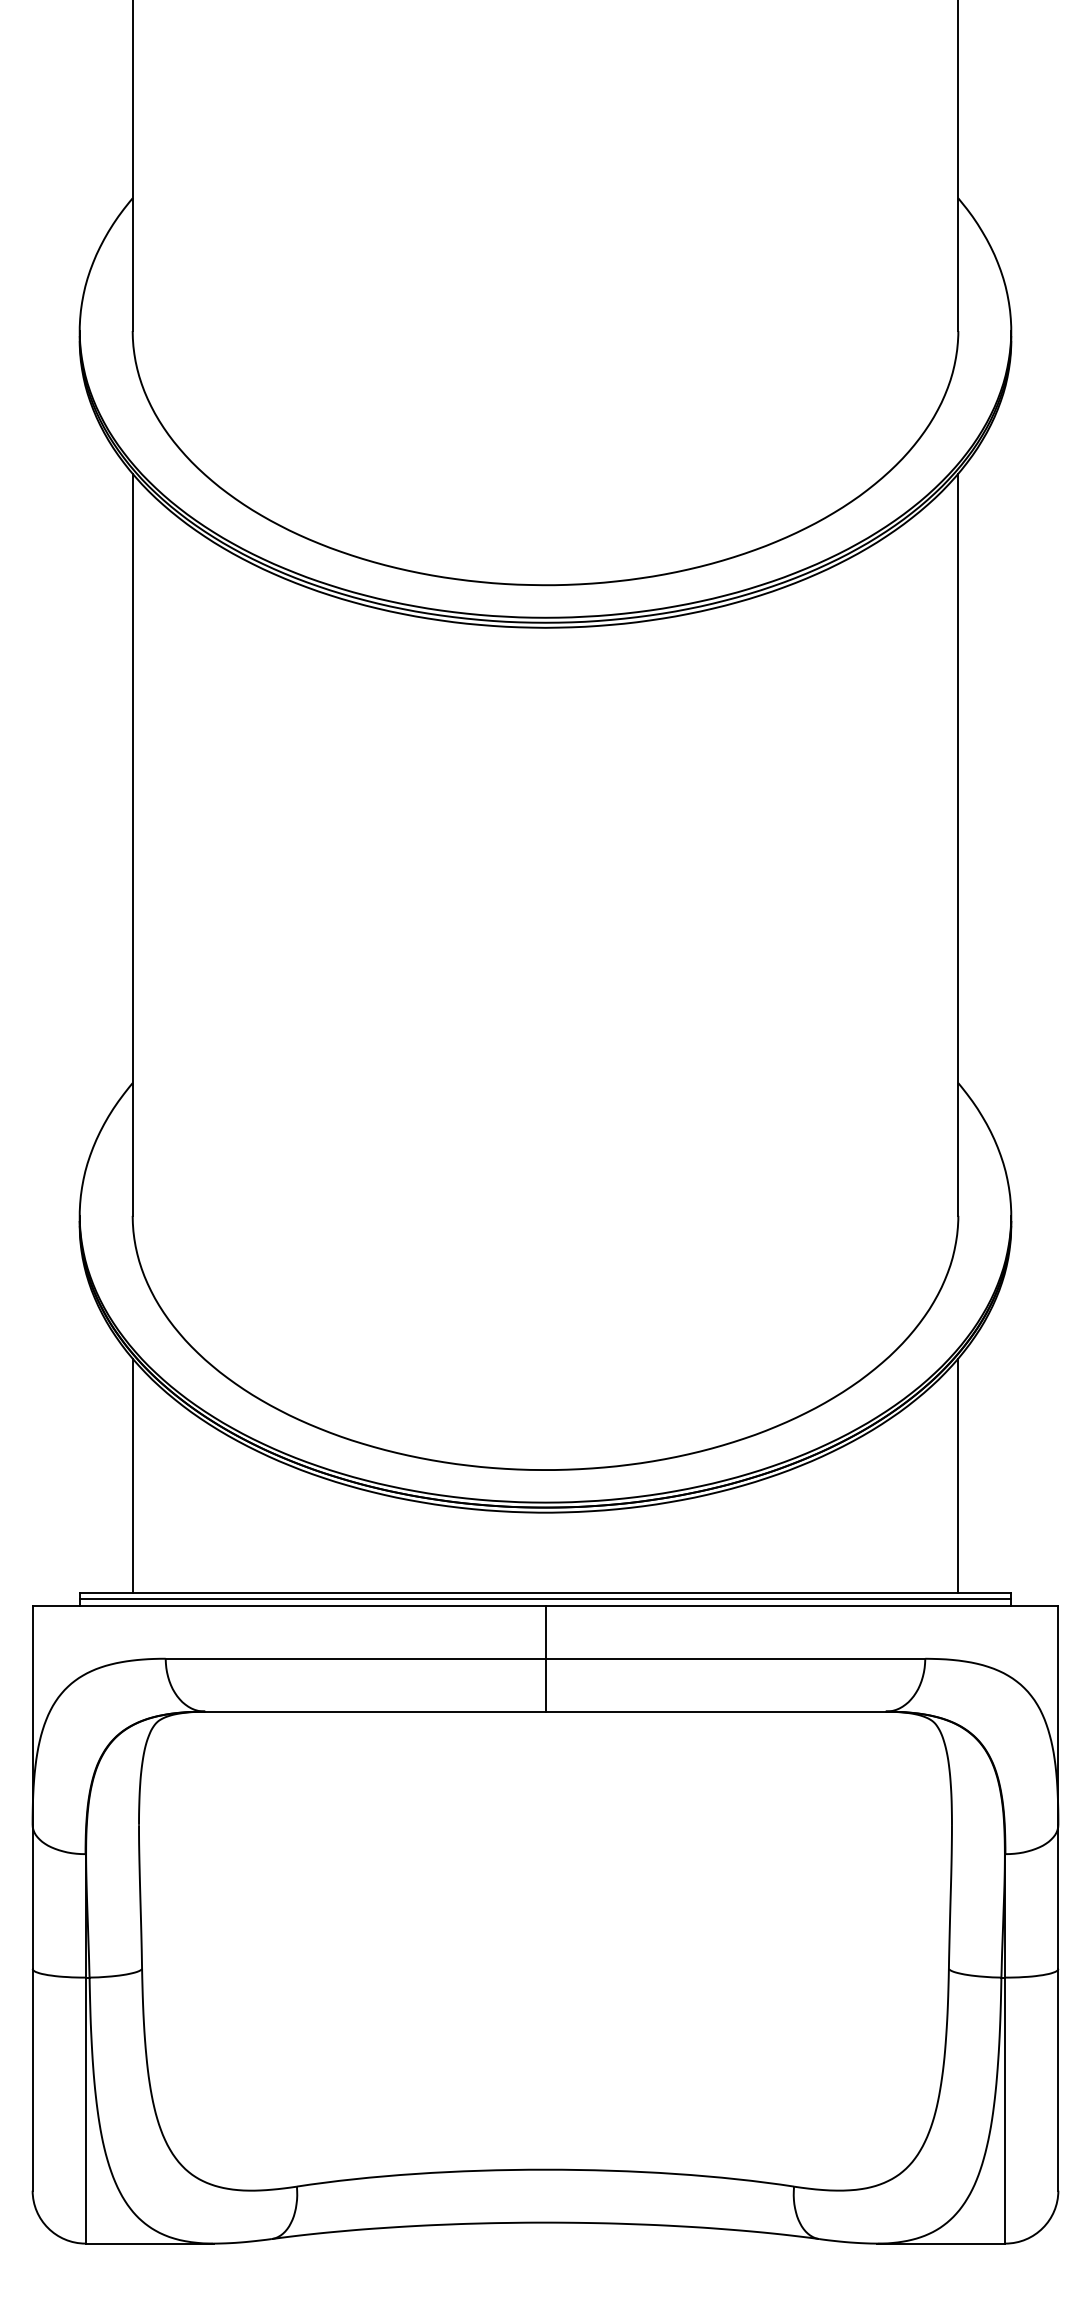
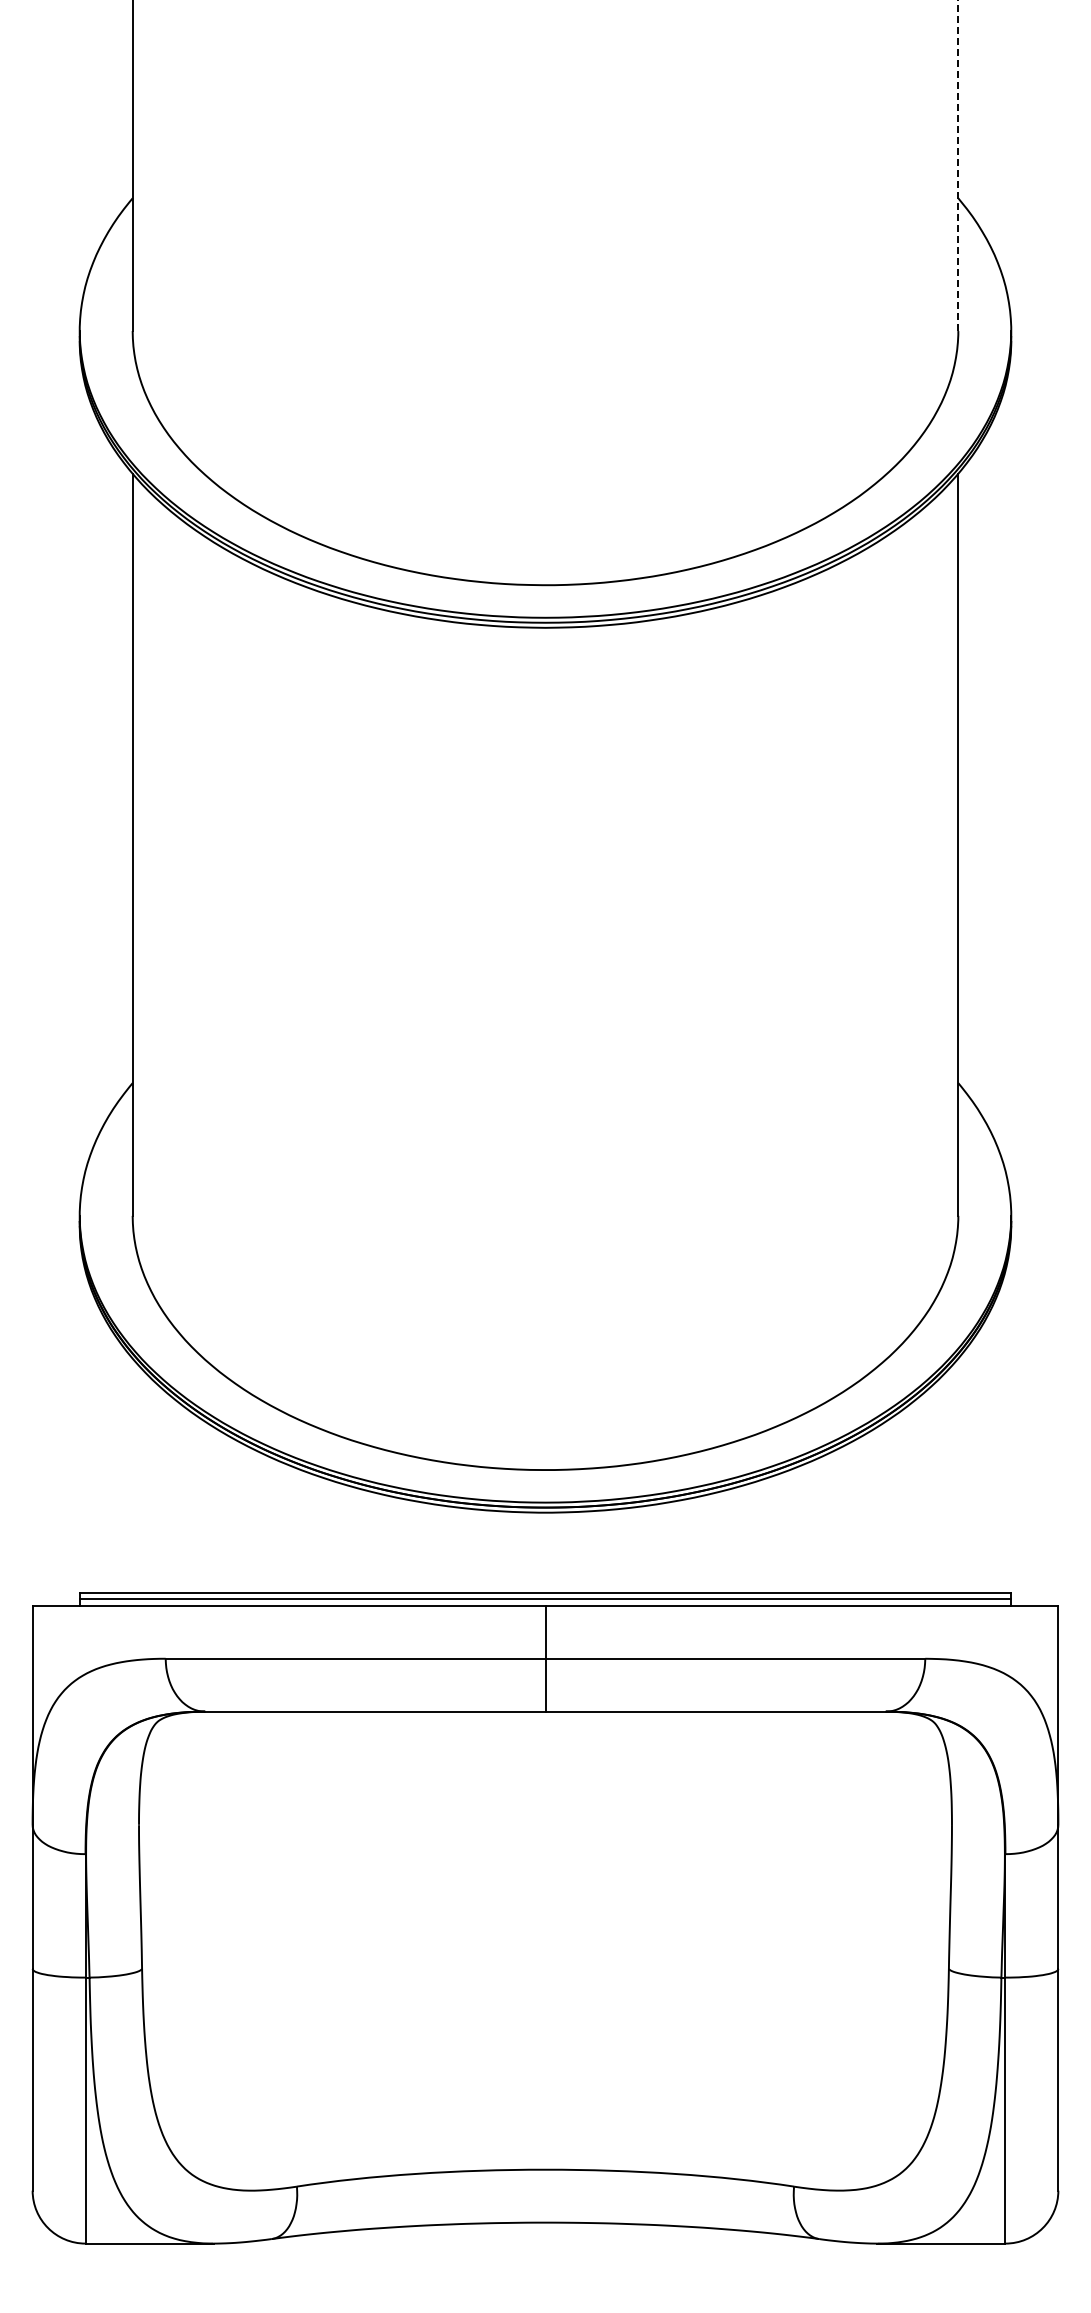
line at (958, 165): solid -> dashed
line at (132, 1475): present -> none
line at (958, 1475): present -> none
